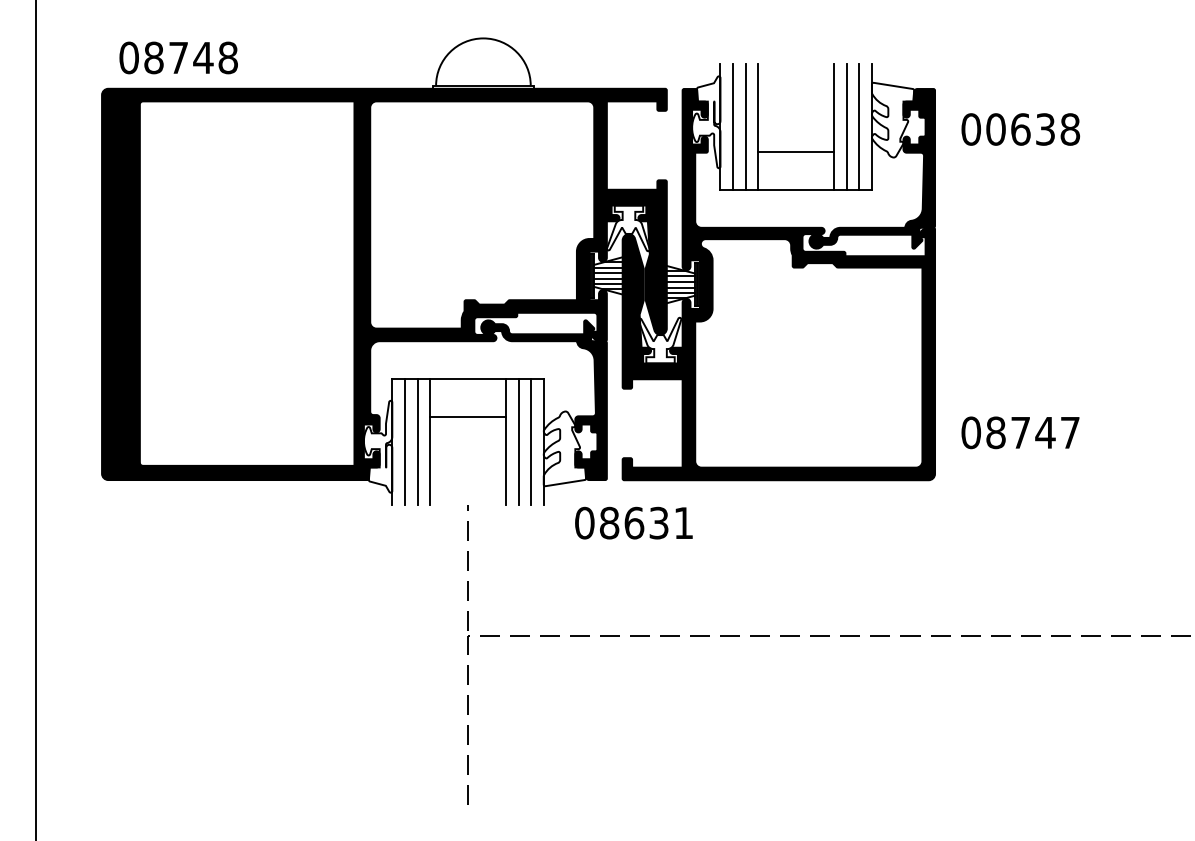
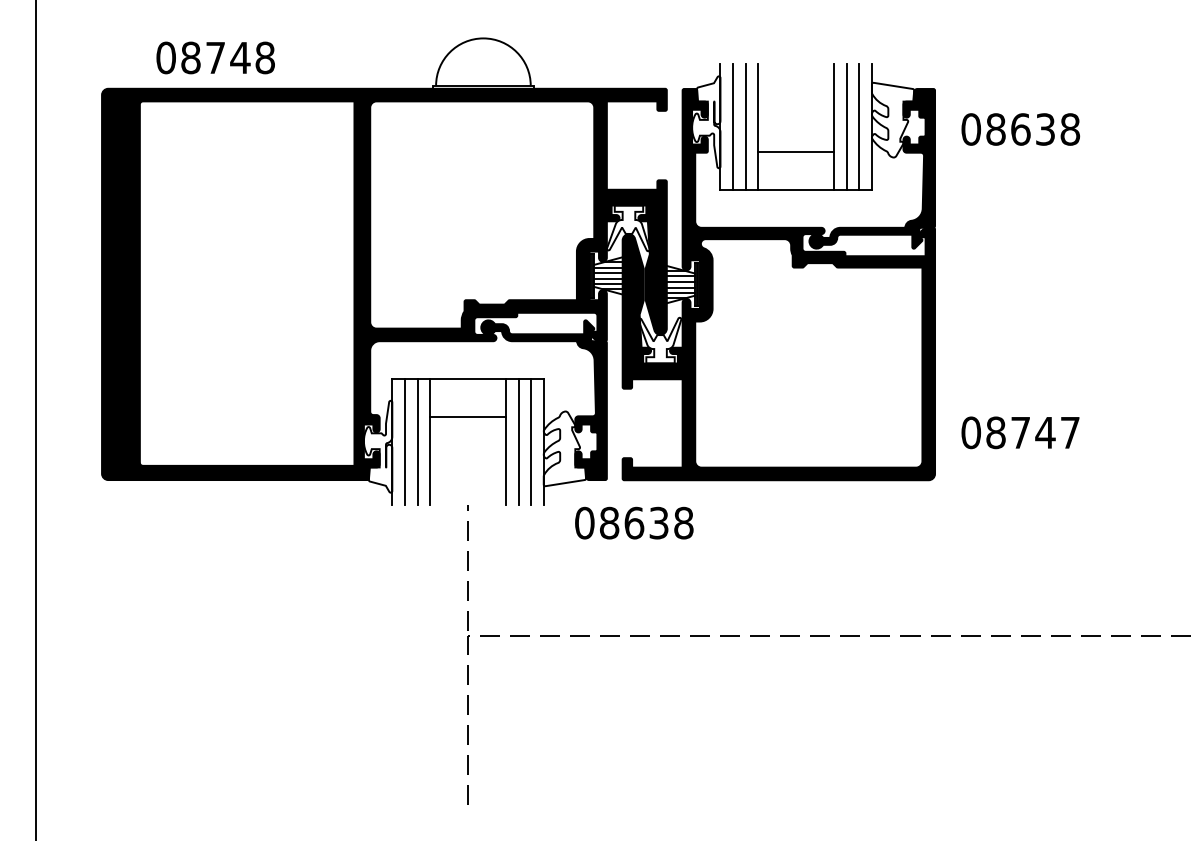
text at (178, 57) position: (178, 57) -> (215, 57)
text at (995, 129): 00638 -> 08638
text at (683, 522): 08631 -> 08638
